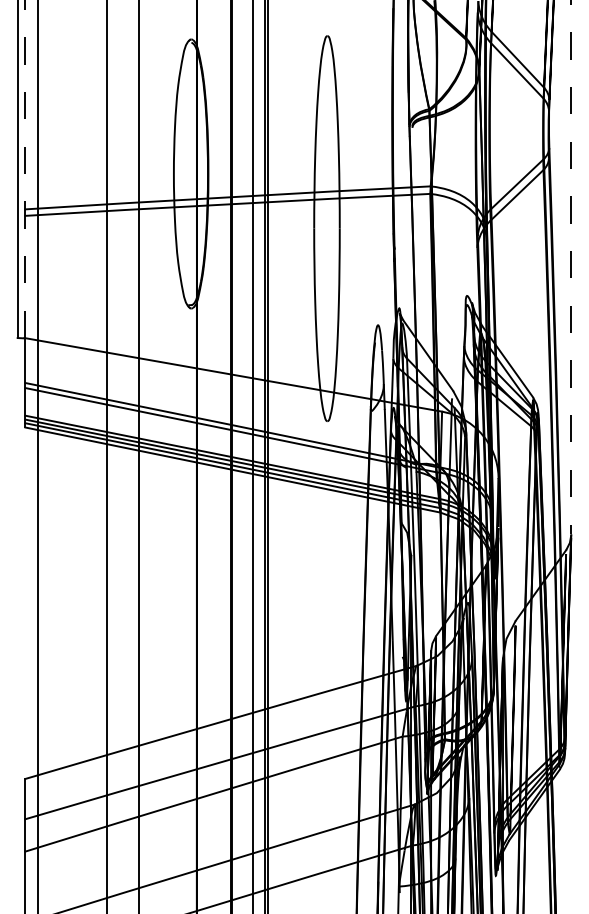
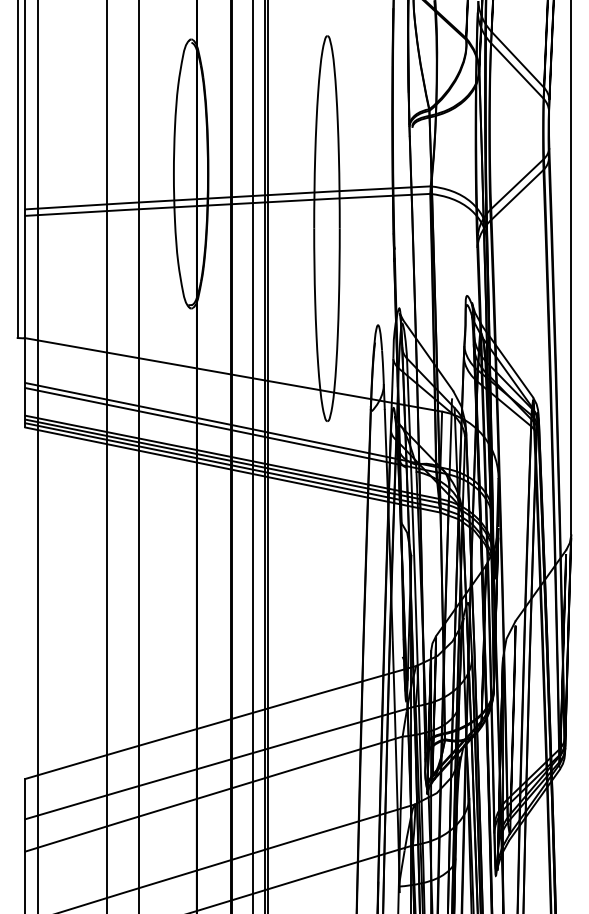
line at (24, 169): dashed -> solid
line at (571, 267): dashed -> solid
